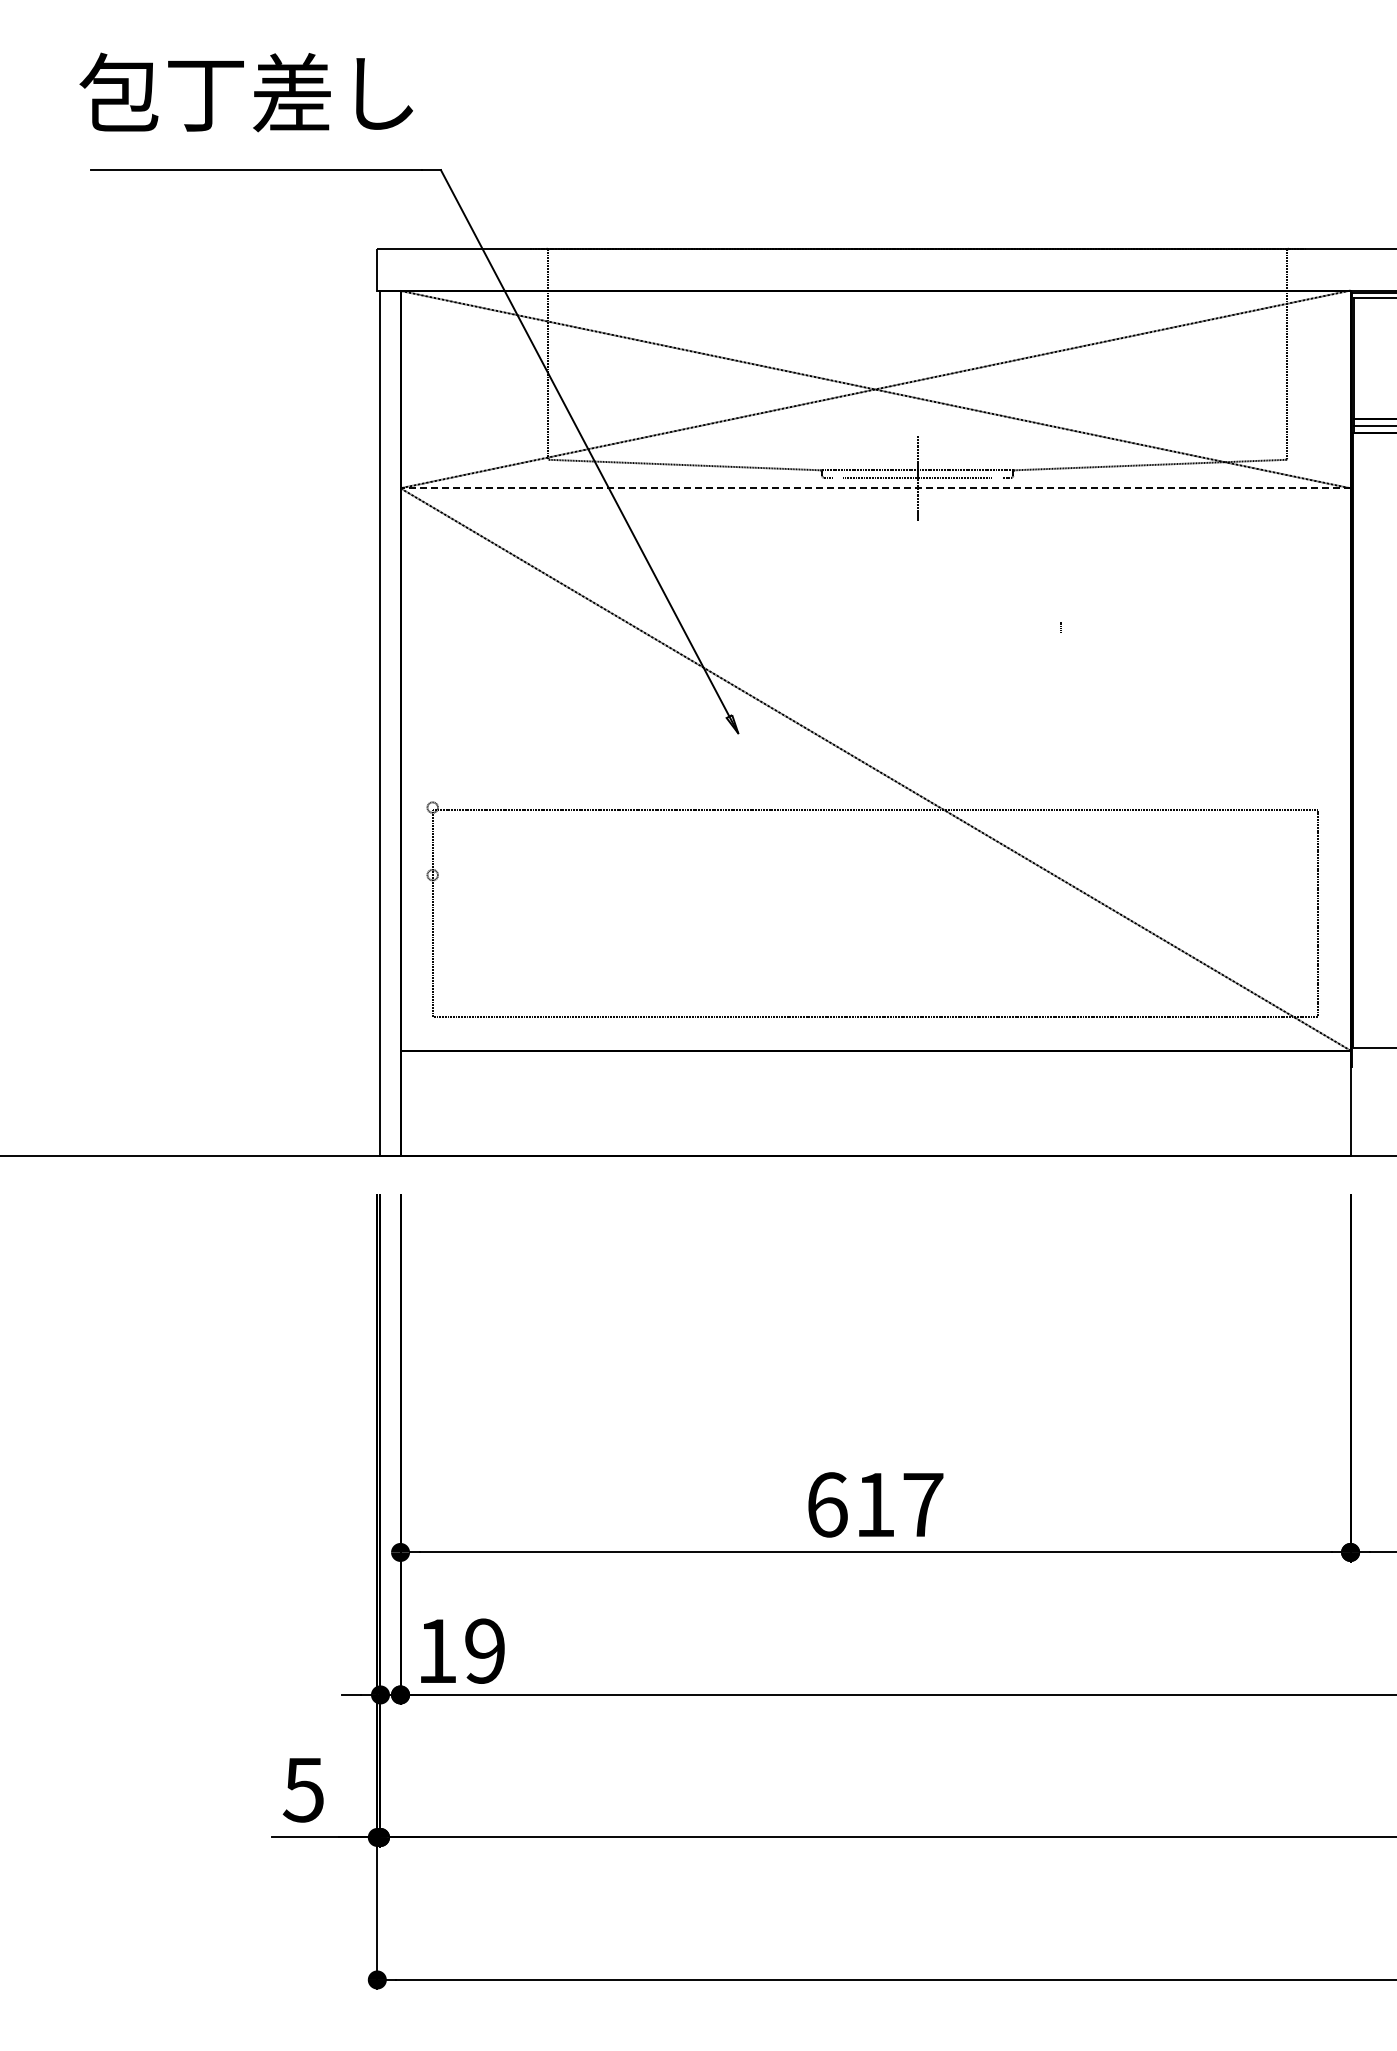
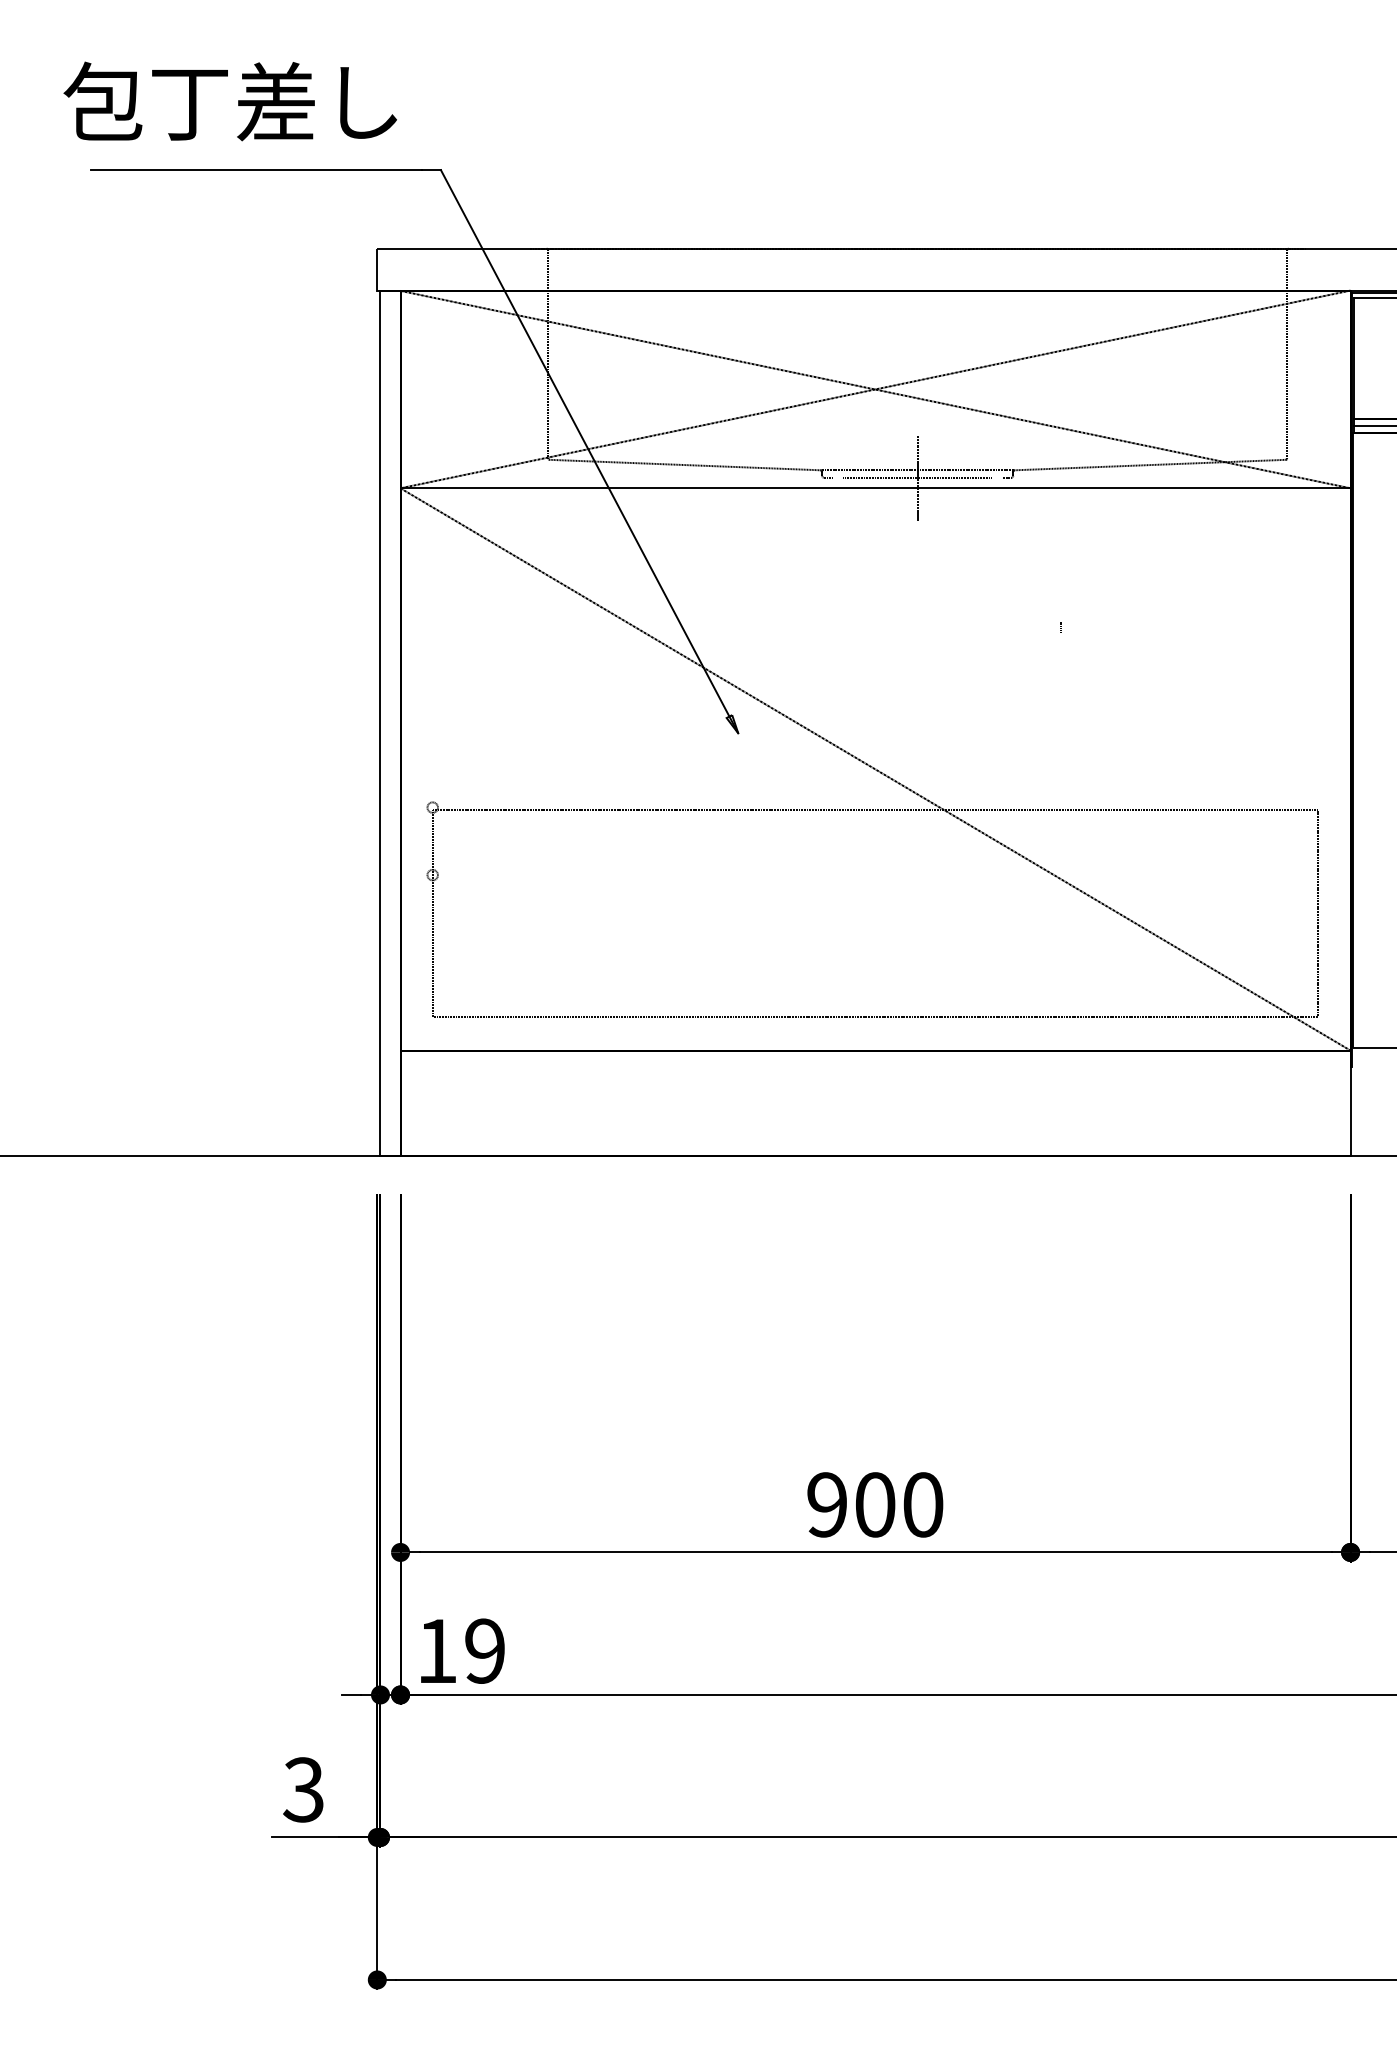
text at (245, 92) position: (245, 92) -> (229, 101)
line at (875, 488): dashed -> solid
text at (875, 1504): 617 -> 900
text at (302, 1789): 5 -> 3
